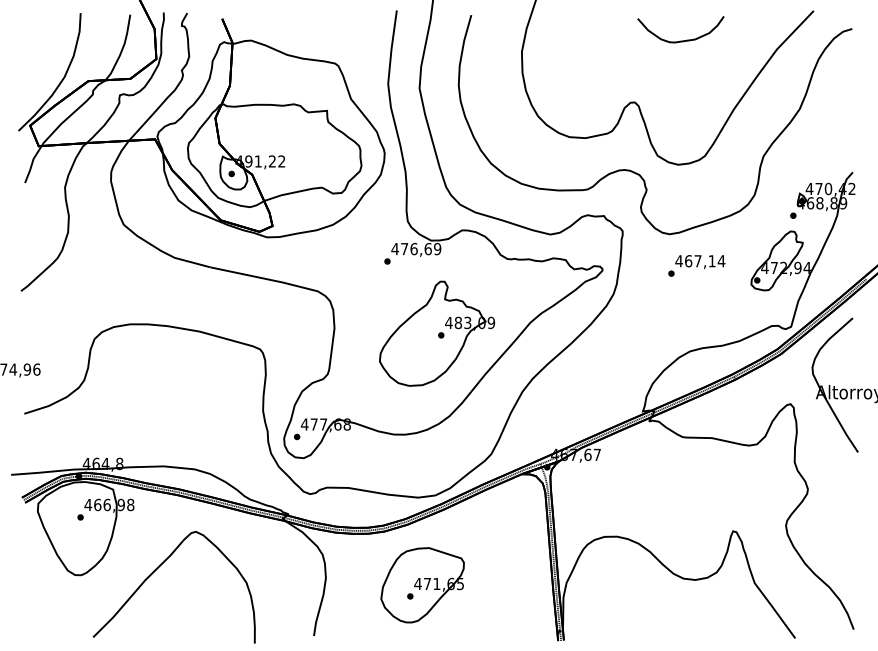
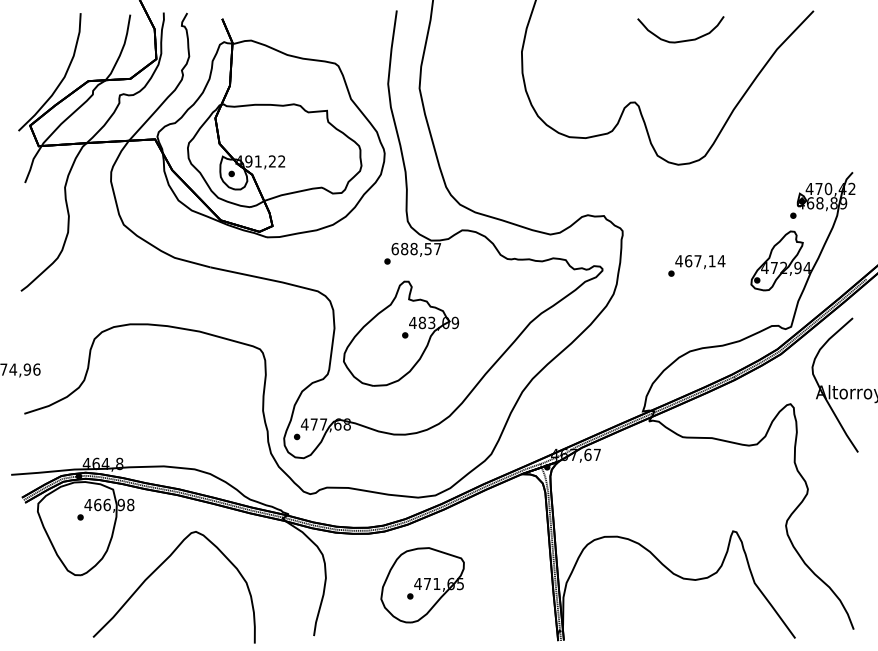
curve at (632, 170): present -> none
text at (416, 248): 476,69 -> 688,57
part at (436, 333) position: (436, 333) -> (400, 333)
